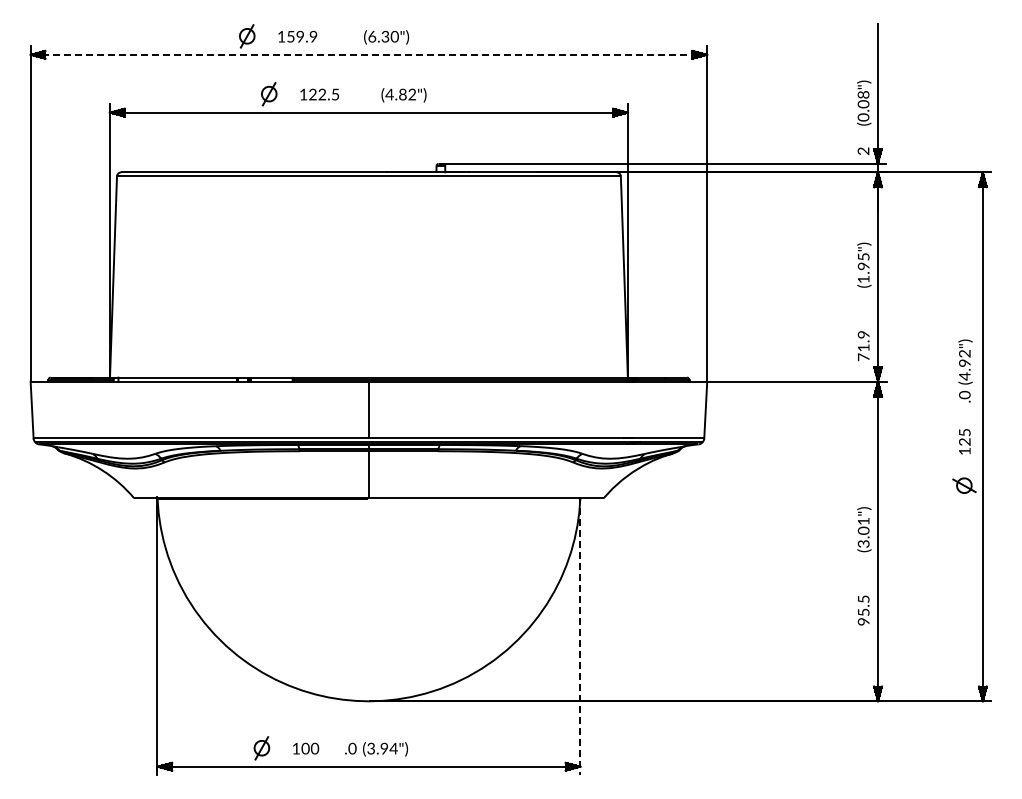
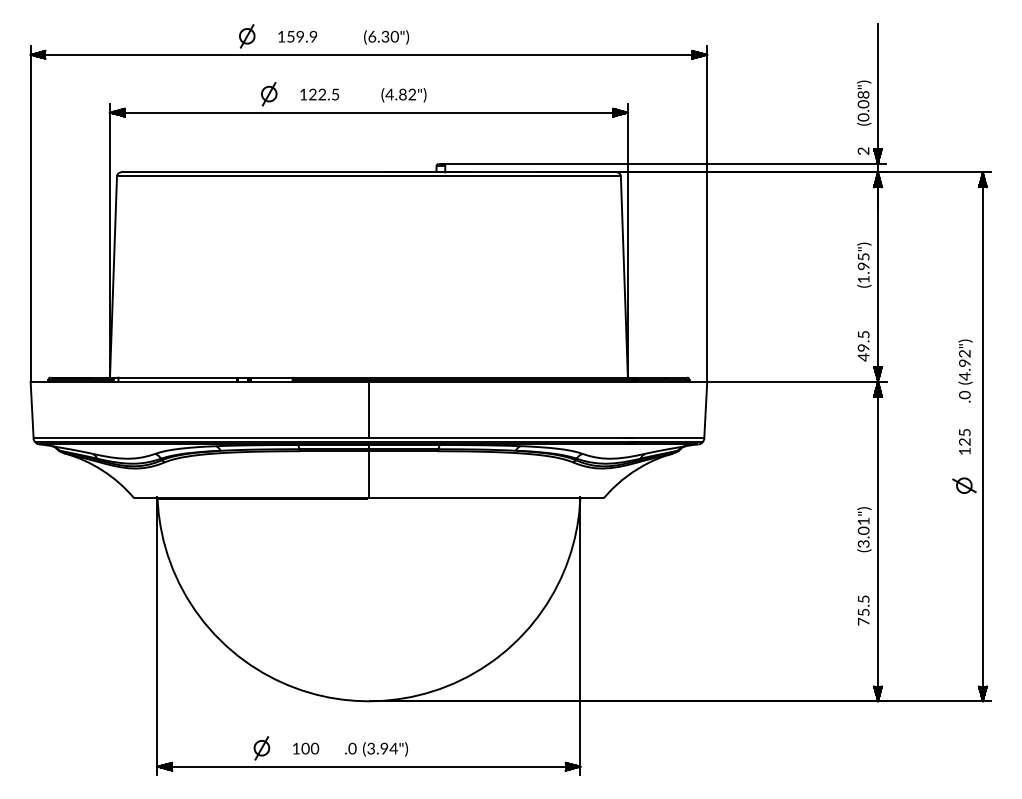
line at (369, 54): dashed -> solid
text at (863, 346): 71.9 -> 49.5
text at (863, 621): 95.5 -> 75.5
line at (580, 636): dashed -> solid
